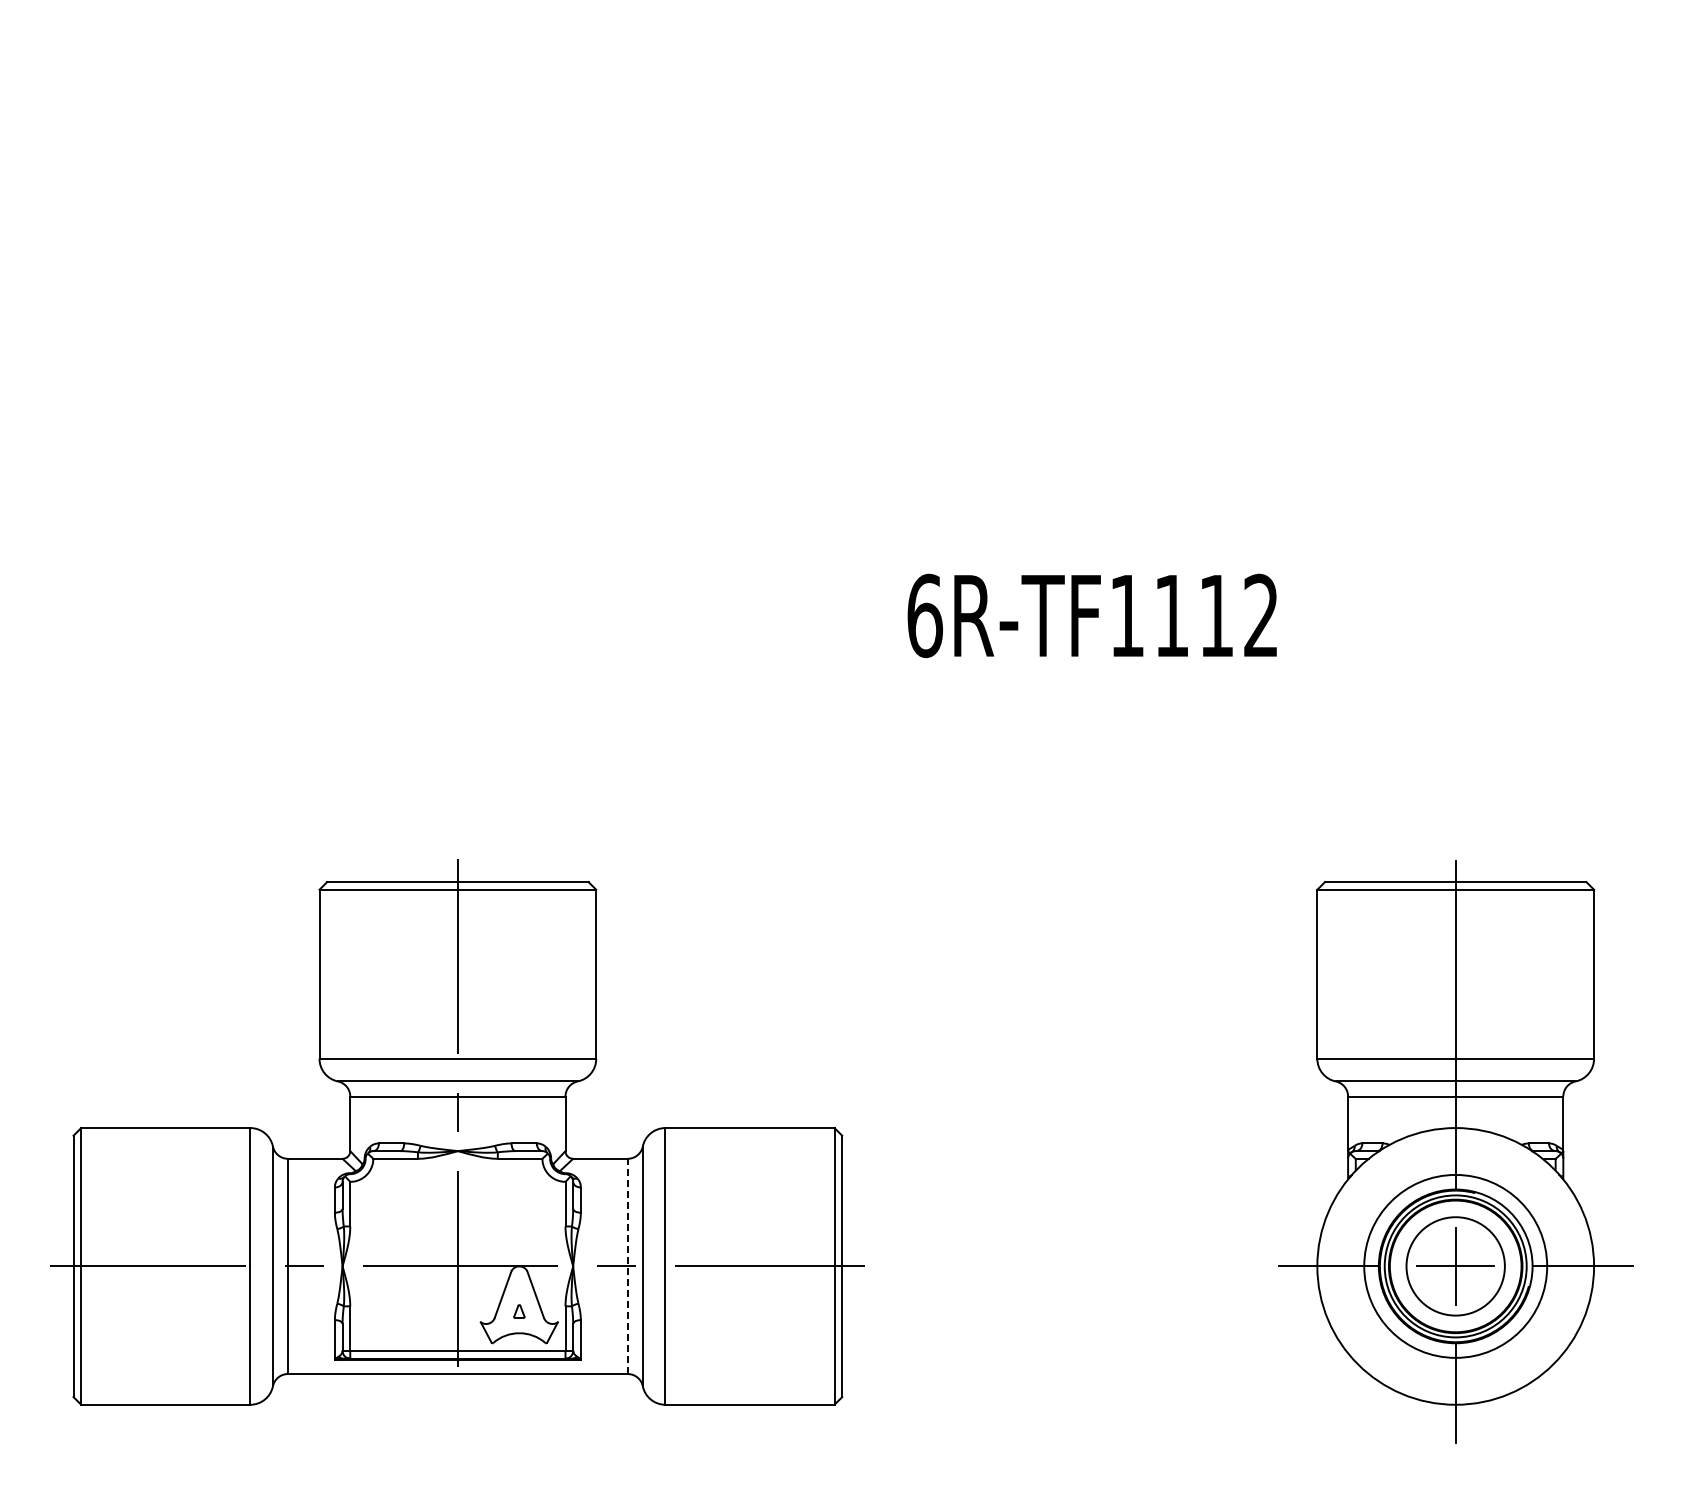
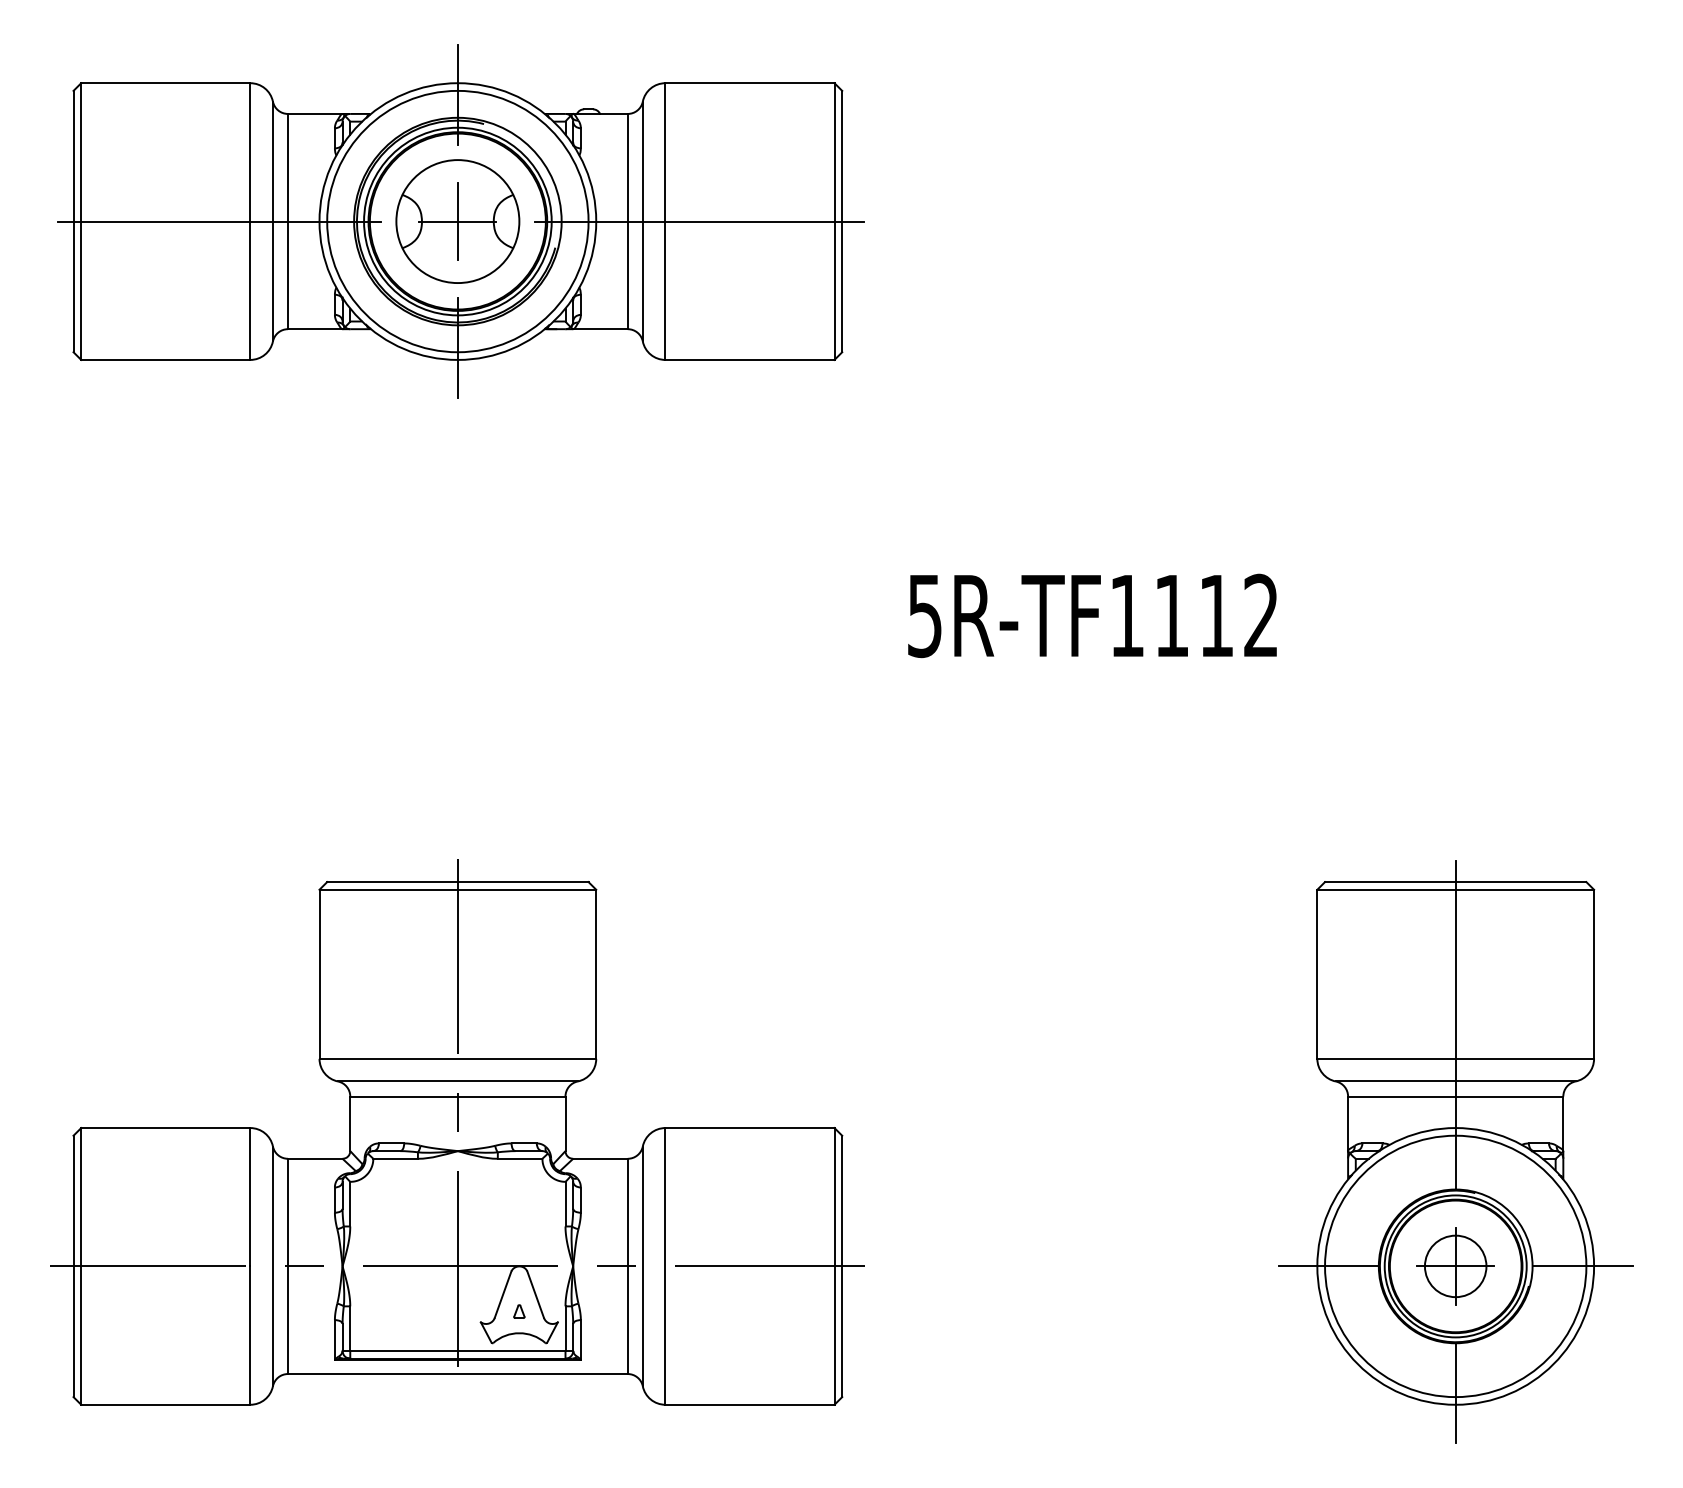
part at (460, 221): none -> present
text at (925, 615): 6R-TF1112 -> 5R-TF1112
circle at (1455, 1265) diameter: 183 px -> 261 px
line at (627, 1266): dashed -> solid
circle at (1455, 1266) diameter: 98 px -> 61 px
